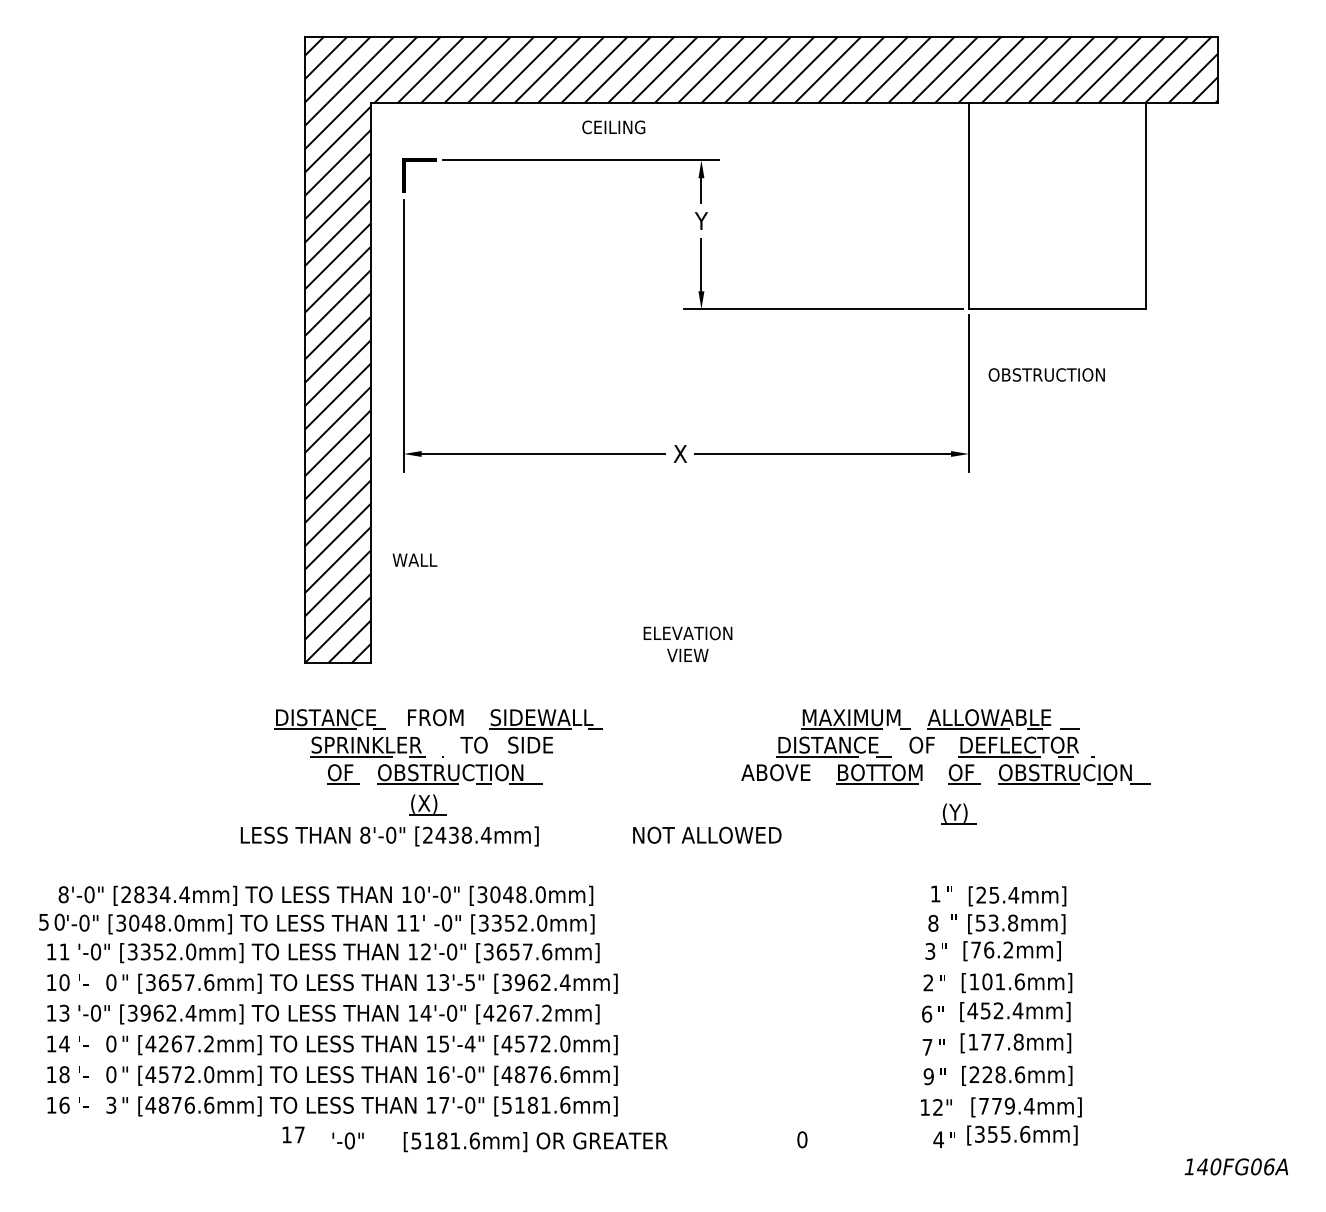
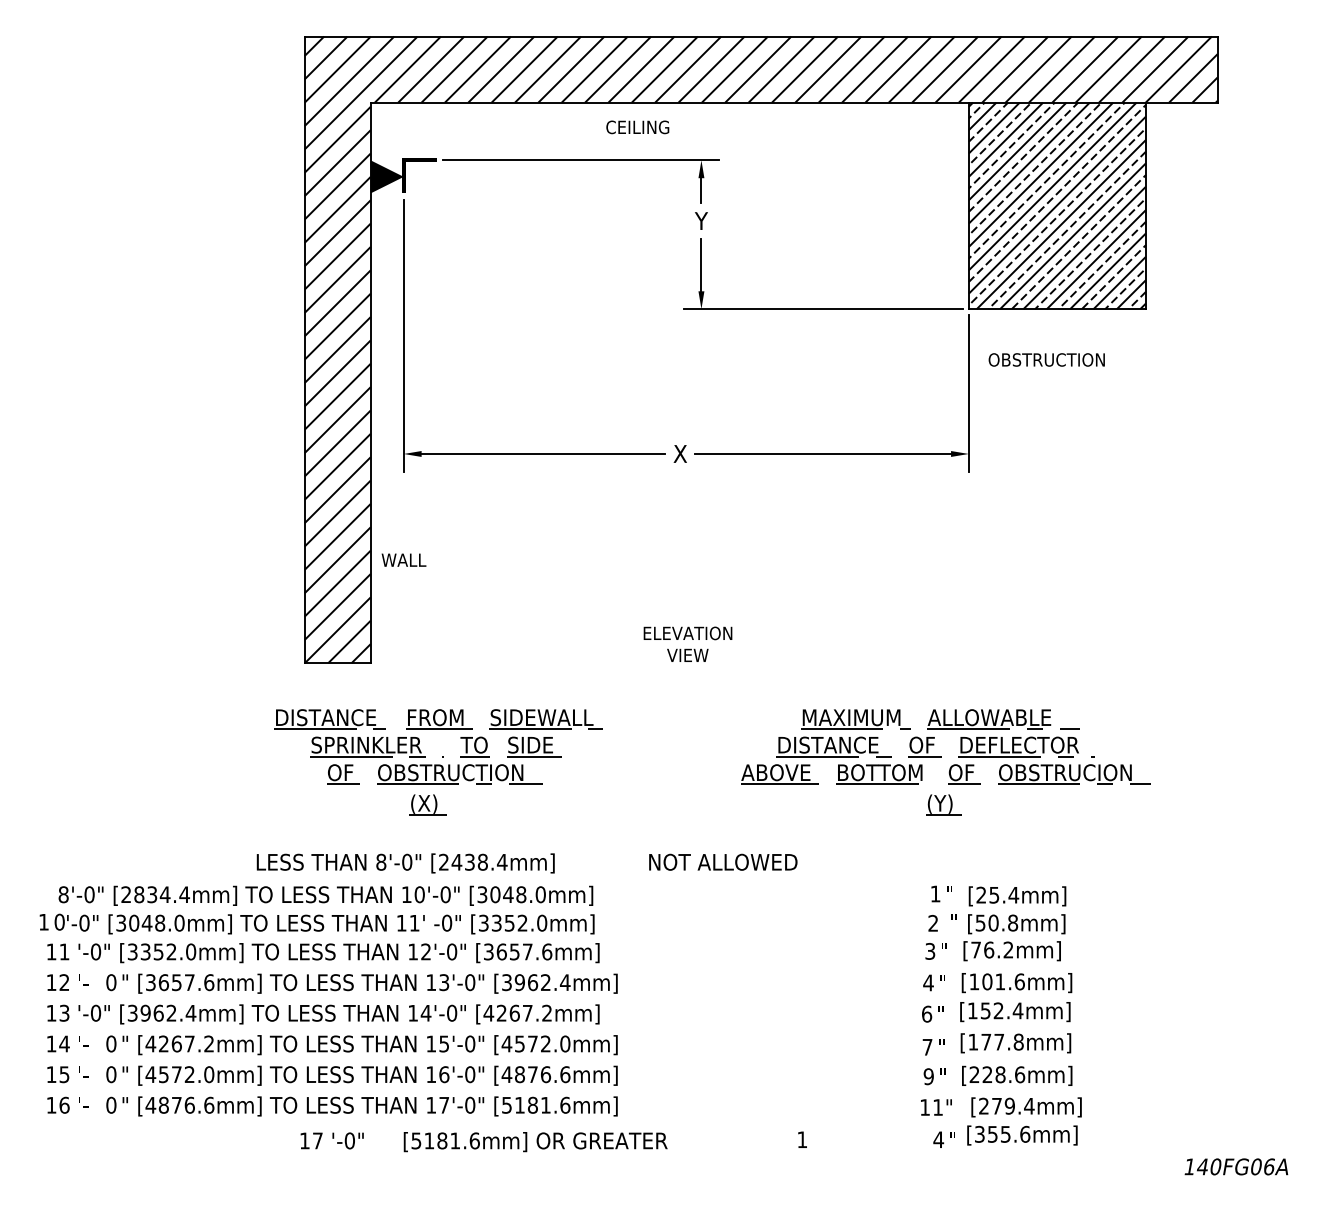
text at (613, 127) position: (613, 127) -> (637, 127)
fill at (386, 176): none -> present
hatch at (1056, 205): none -> present
text at (1046, 374) position: (1046, 374) -> (1046, 359)
text at (414, 559) position: (414, 559) -> (403, 559)
line at (438, 729): none -> present
line at (475, 756): none -> present
line at (533, 756): none -> present
line at (924, 756): none -> present
line at (780, 784): none -> present
part at (958, 813) position: (958, 813) -> (943, 804)
text at (510, 836) position: (510, 836) -> (526, 863)
text at (43, 922): 5 -> 1
text at (993, 922): [53.8mm] -> [50.8mm]
text at (933, 923): 8 -> 2
text at (64, 982): 10 -> 12
text at (470, 982): 13'-5" -> 13'-0"
text at (928, 982): 2 -> 4
text at (972, 1010): [452.4mm] -> [152.4mm]
text at (469, 1043): 15'-4" -> 15'-0"
text at (64, 1074): 18 -> 15
text at (111, 1104): 3 -> 0
text at (983, 1105): [779.4mm] -> [279.4mm]
text at (937, 1107): 12" -> 11"
text at (293, 1134) position: (293, 1134) -> (311, 1140)
text at (802, 1139): 0 -> 1
